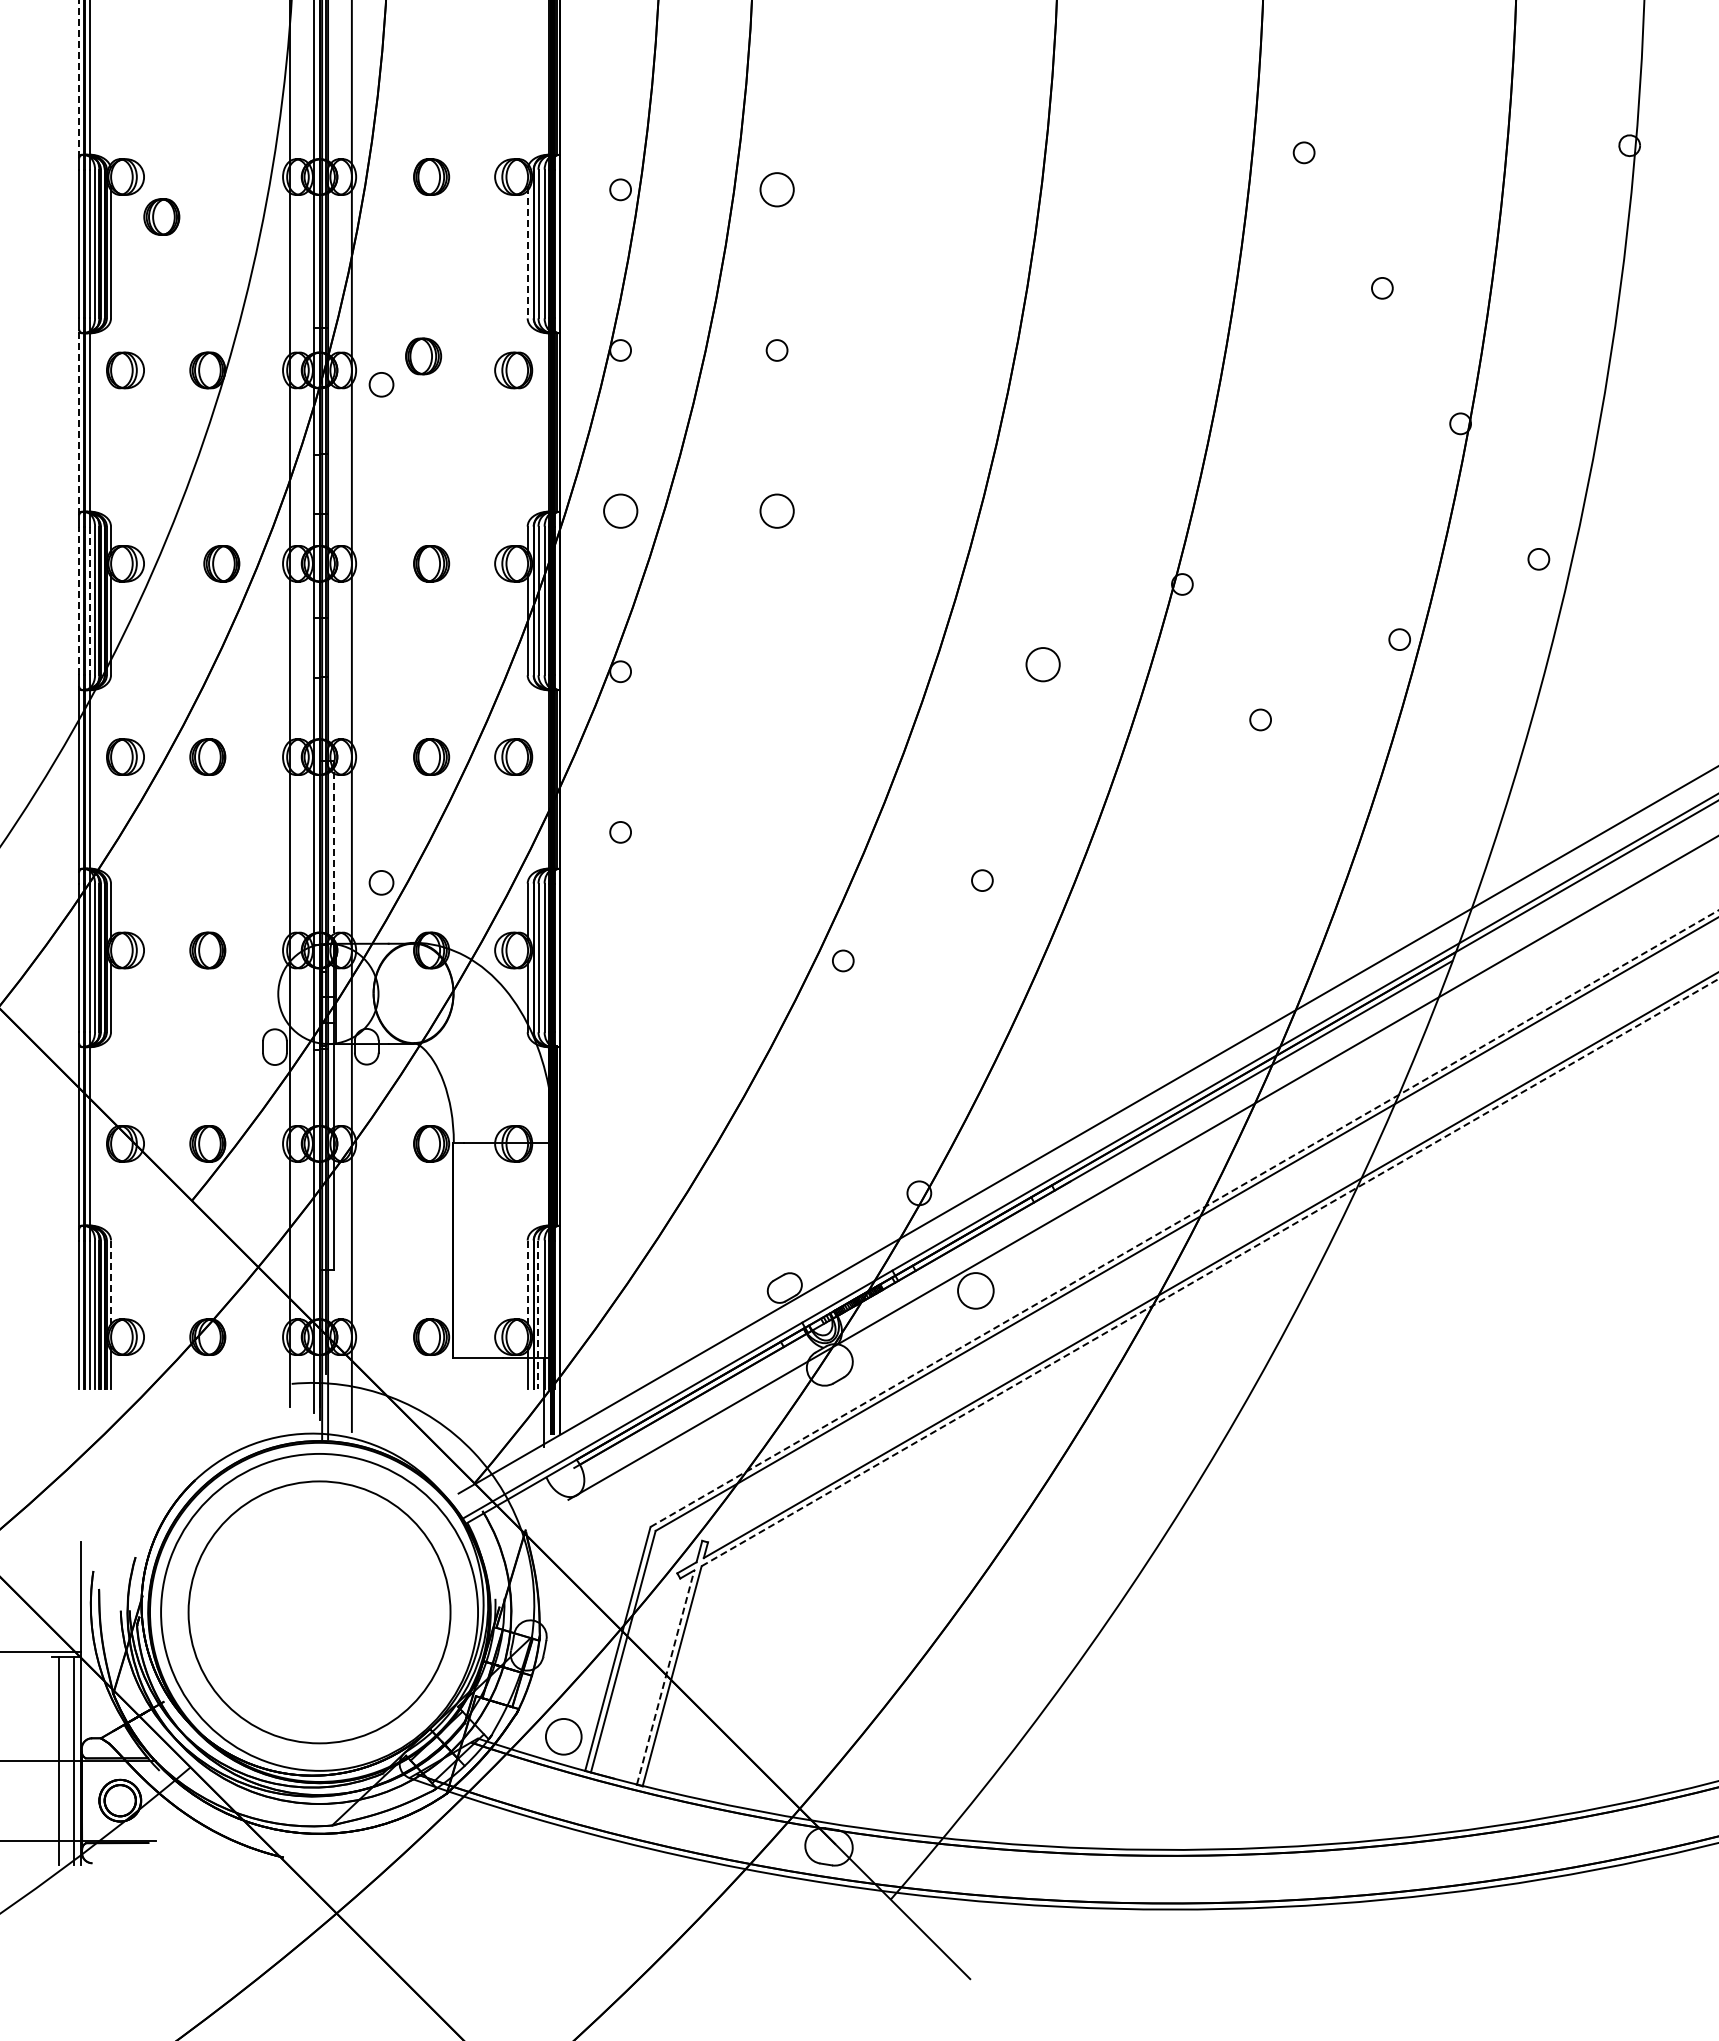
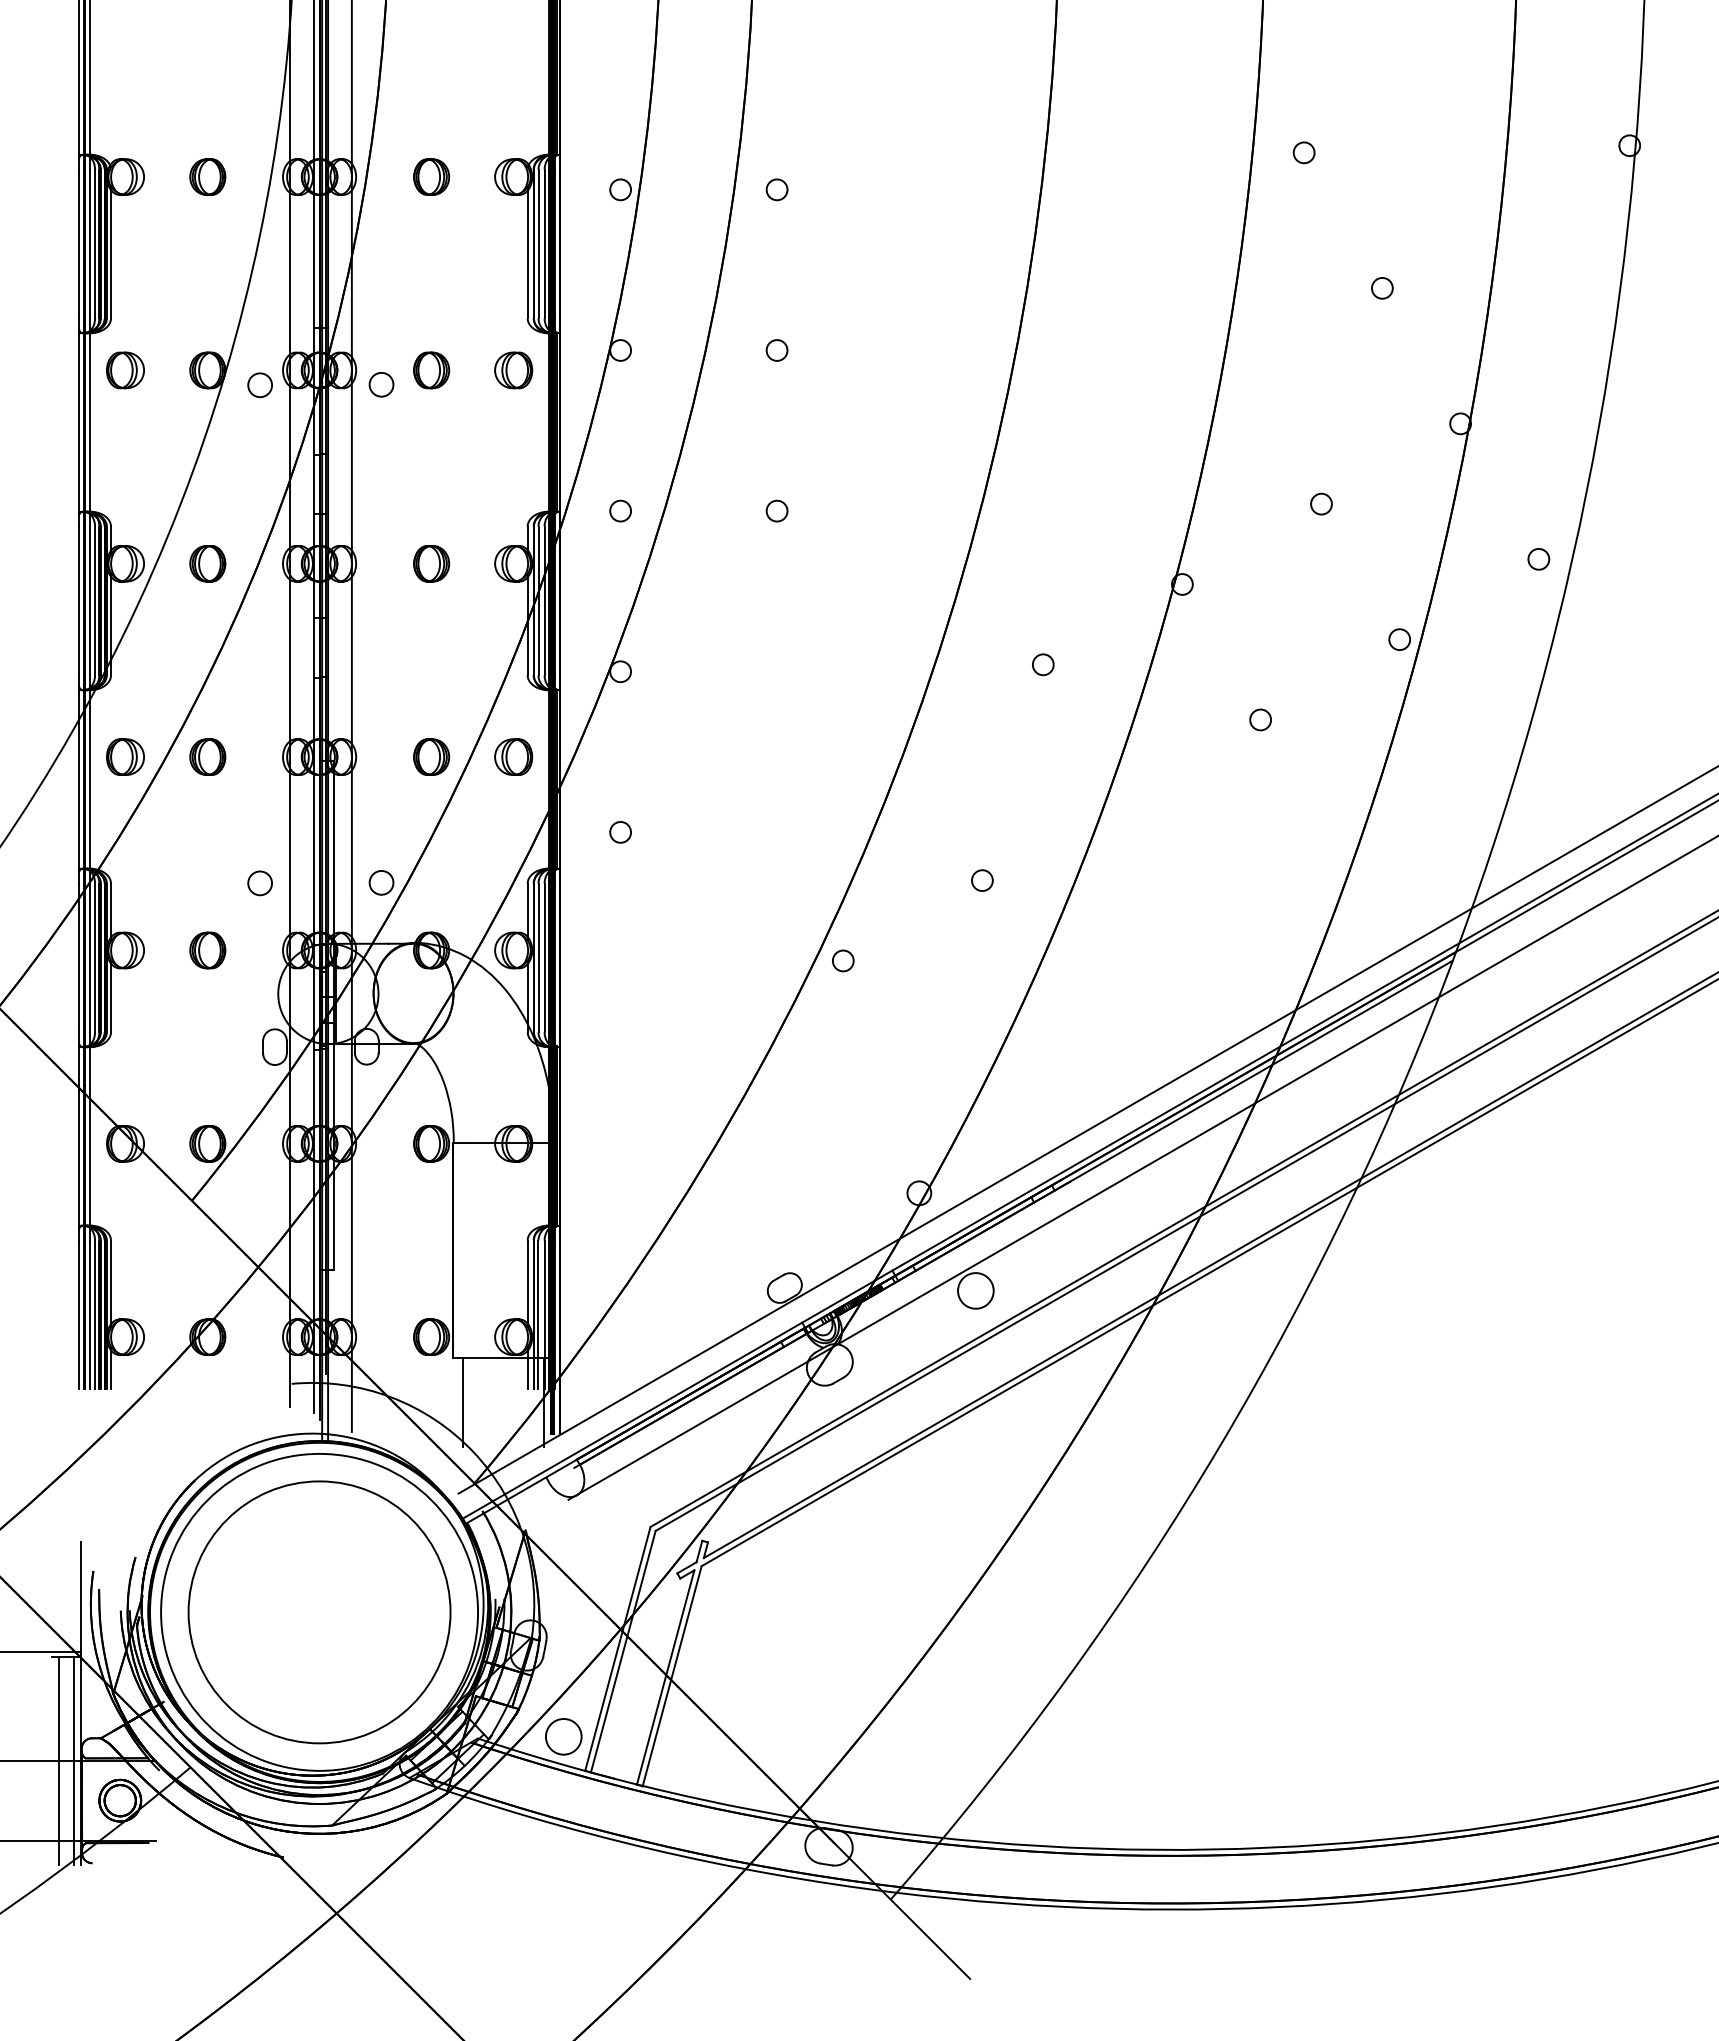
line at (79, 79): dashed -> solid
circle at (776, 189) size: 36x36 px -> 24x24 px
part at (161, 216) position: (161, 216) -> (207, 176)
line at (527, 252): dashed -> solid
part at (423, 356) position: (423, 356) -> (431, 370)
circle at (259, 385): none -> present
line at (79, 422): dashed -> solid
circle at (1321, 503): none -> present
circle at (620, 510) size: 36x36 px -> 23x24 px
circle at (776, 510) size: 36x36 px -> 24x24 px
part at (221, 563) position: (221, 563) -> (207, 563)
line at (79, 600): dashed -> solid
line at (89, 601): dashed -> solid
circle at (1042, 664) size: 36x36 px -> 23x24 px
line at (334, 853): dashed -> solid
circle at (259, 883): none -> present
line at (1184, 1218): dashed -> solid
line at (1209, 1272): dashed -> solid
line at (111, 1284): dashed -> solid
line at (527, 1284): dashed -> solid
line at (538, 1315): dashed -> solid
line at (463, 1402): none -> present
line at (665, 1677): dashed -> solid
